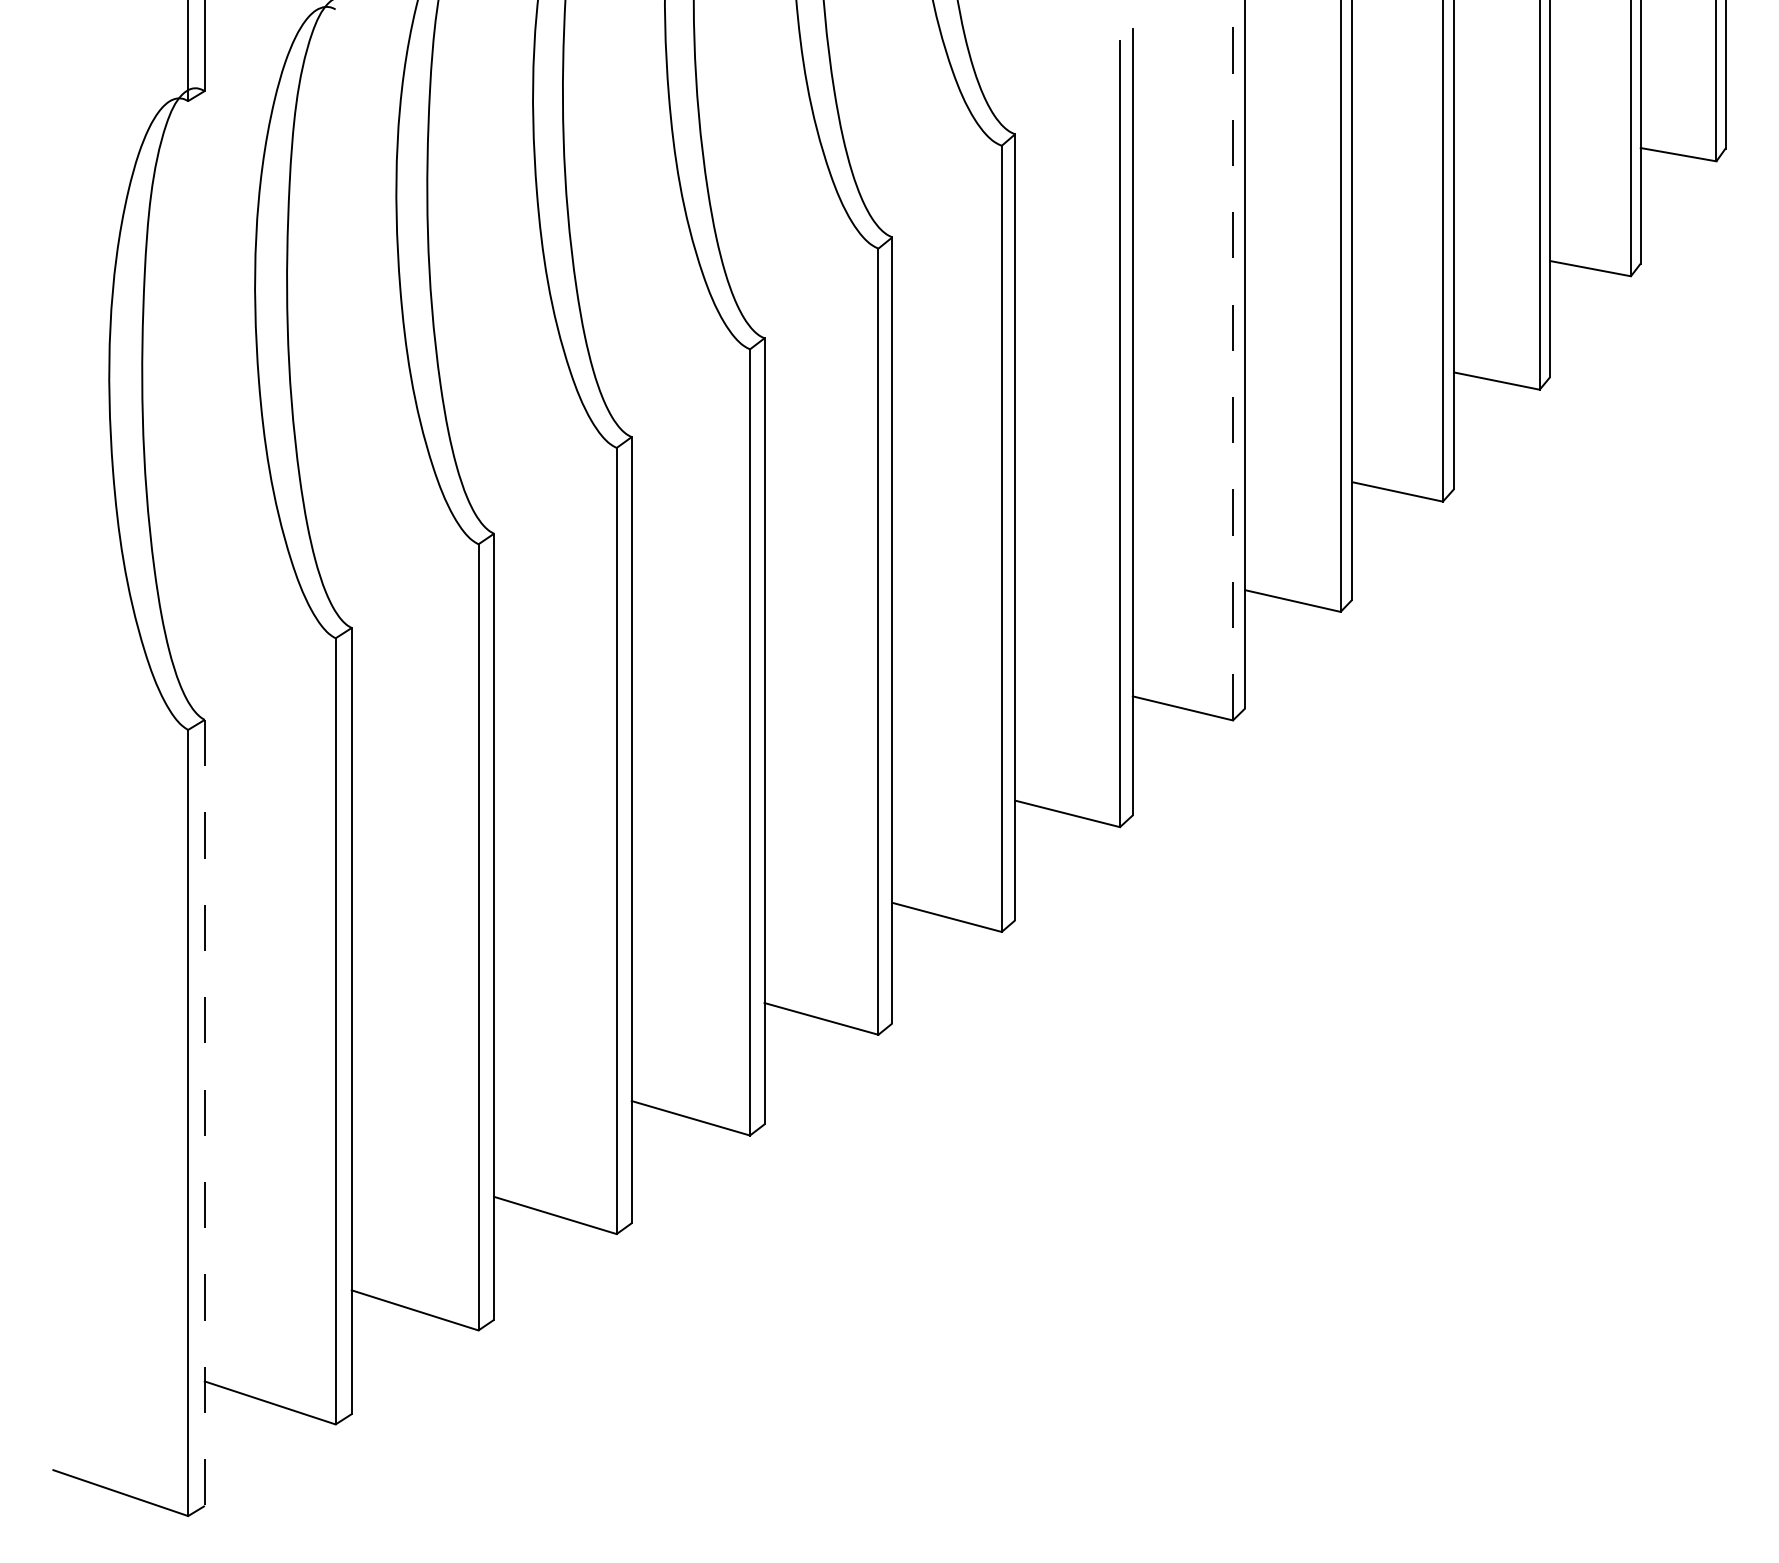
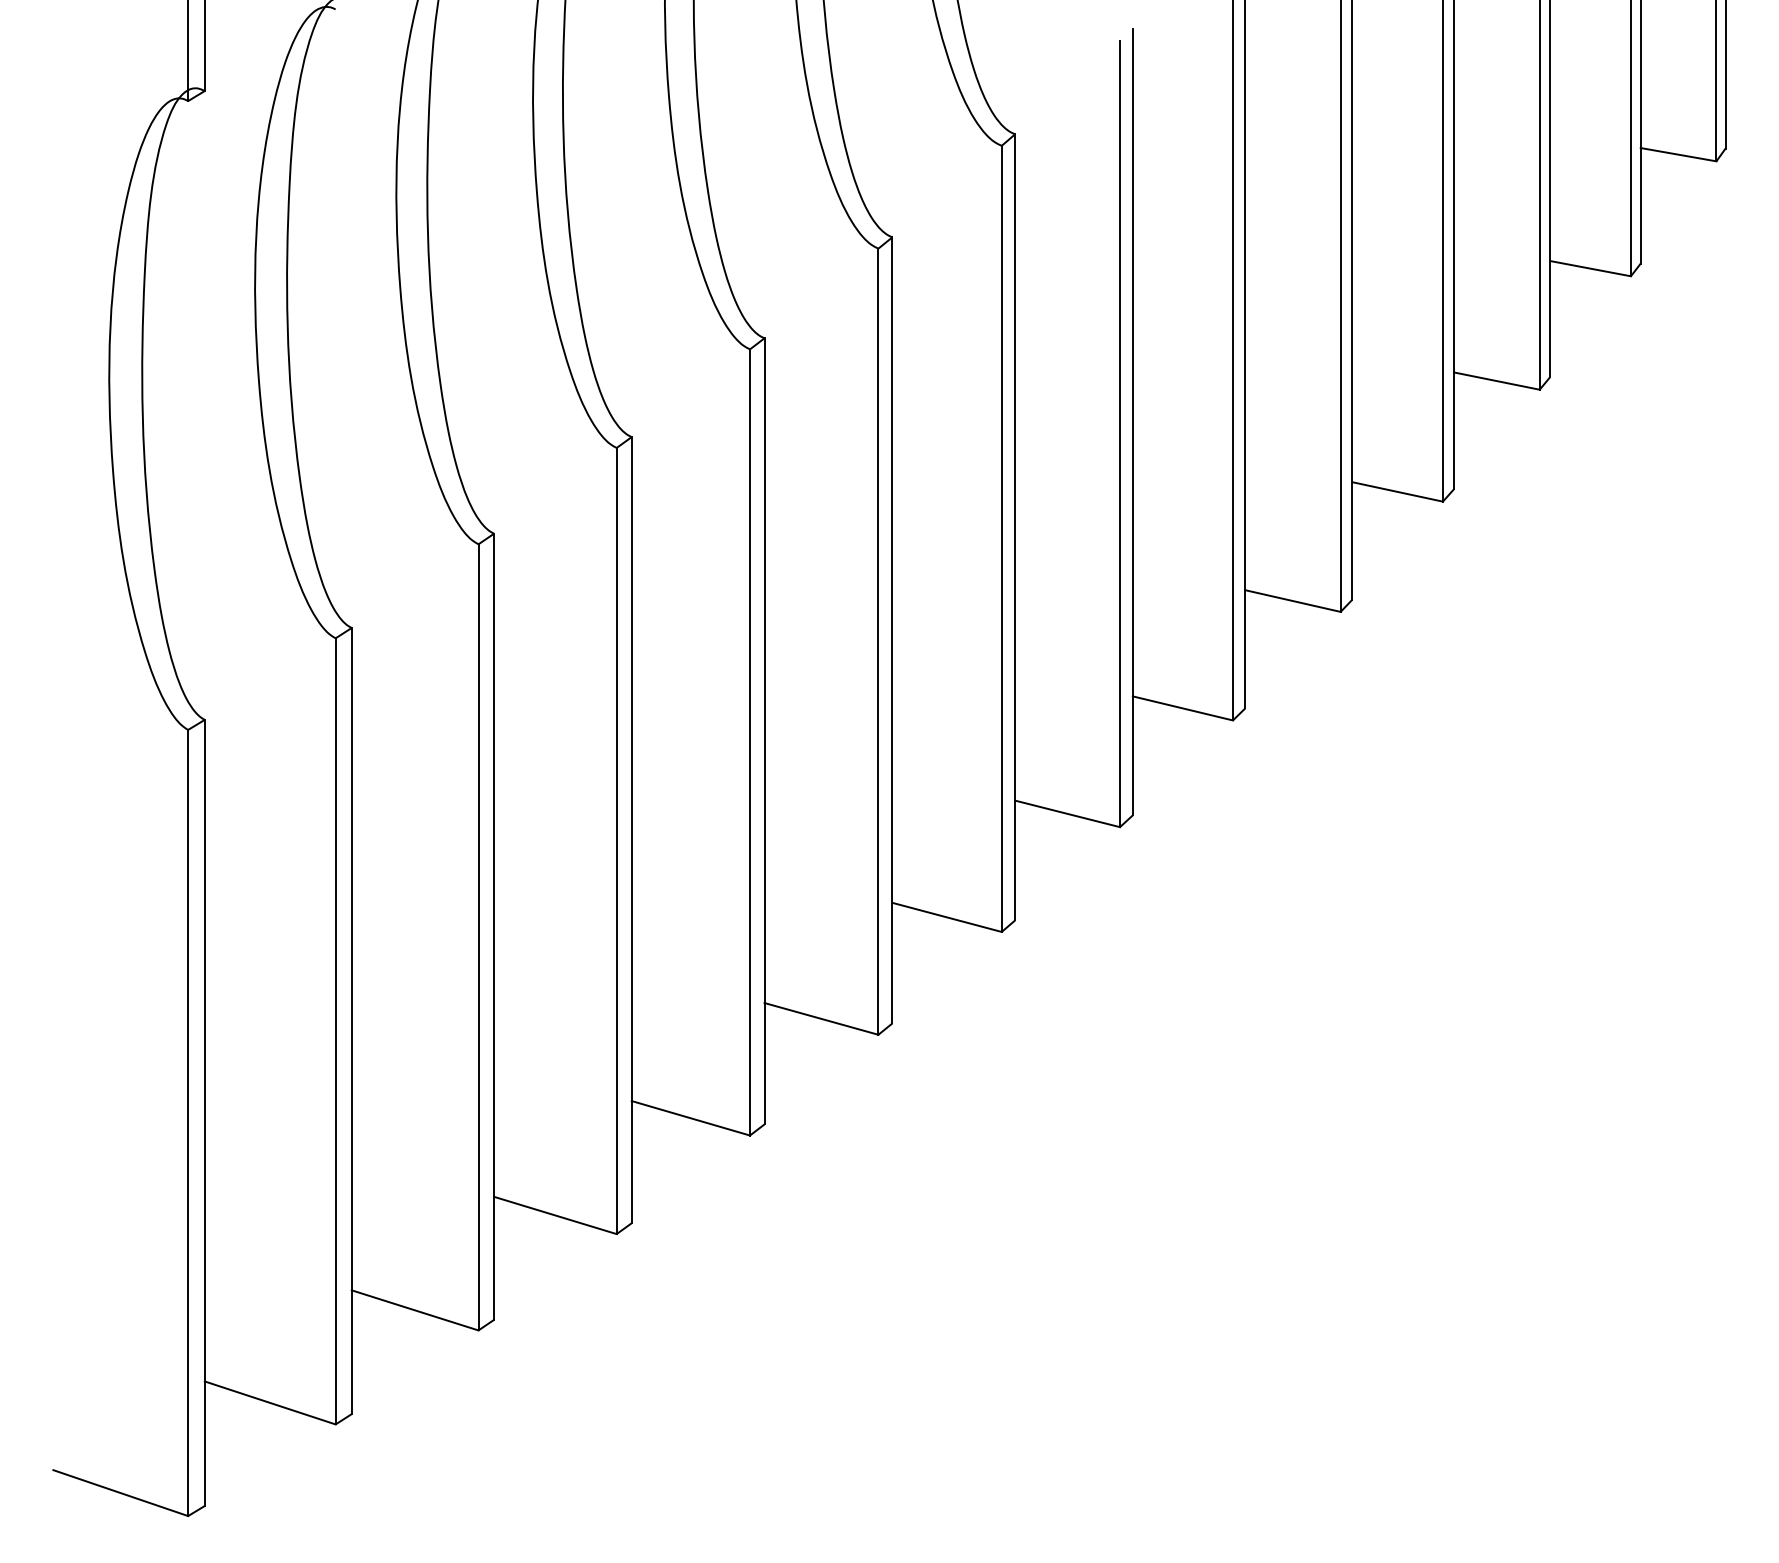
line at (1233, 359): dashed -> solid
line at (204, 1113): dashed -> solid
